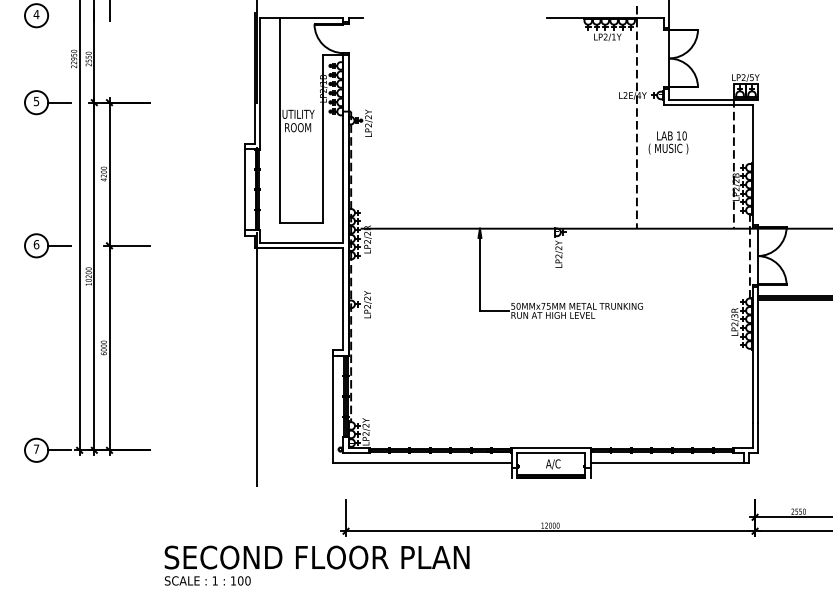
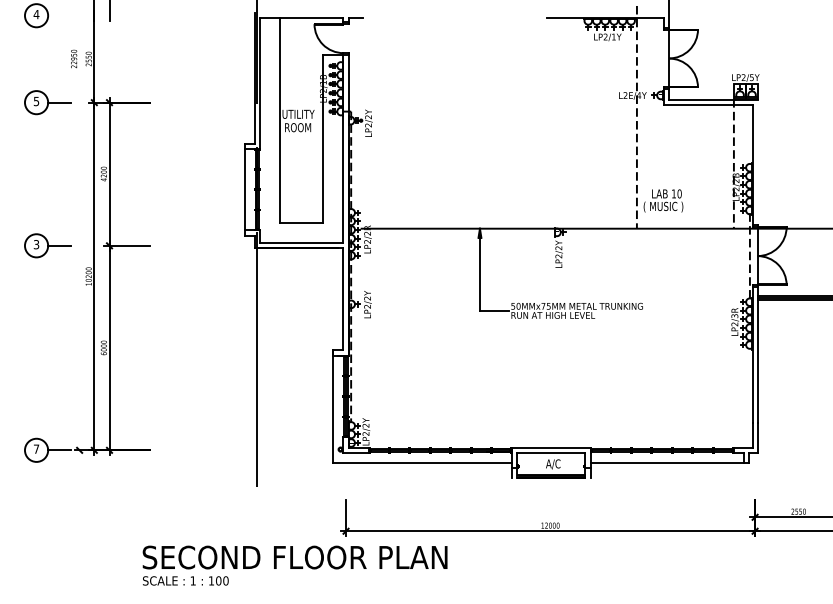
text at (668, 142) position: (668, 142) -> (663, 200)
line at (79, 228): present -> none
text at (36, 244): 6 -> 3
text at (316, 565) position: (316, 565) -> (294, 565)
